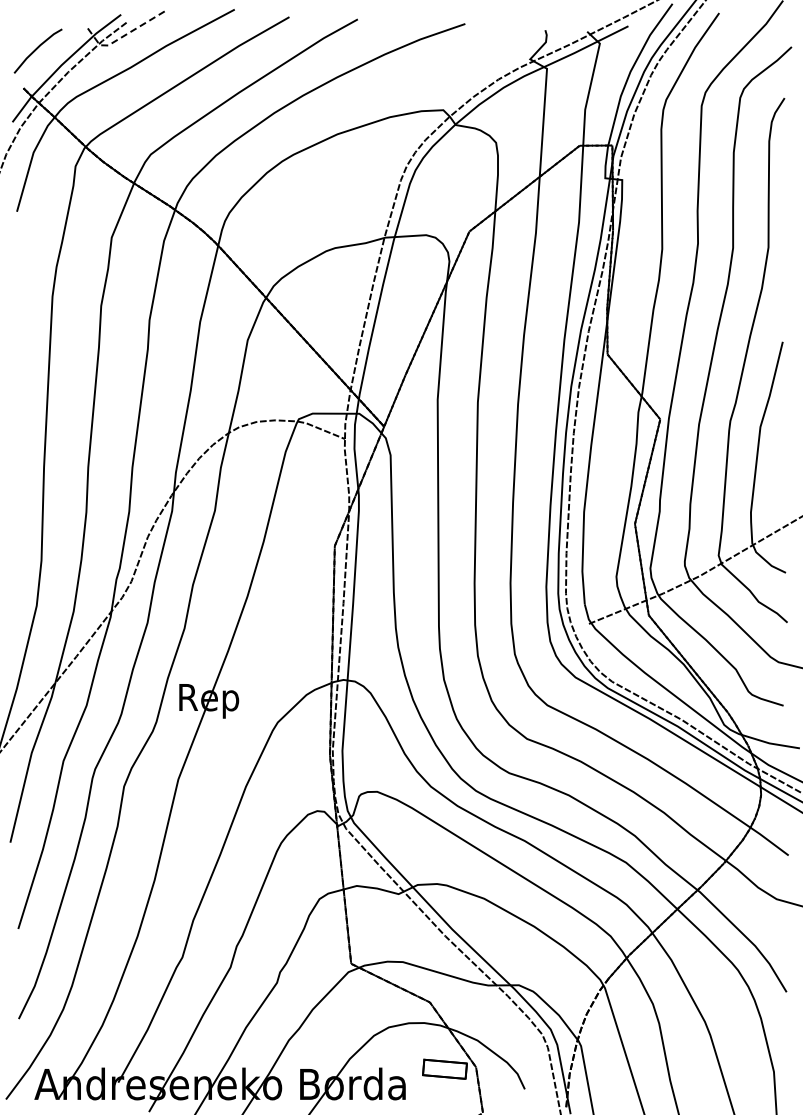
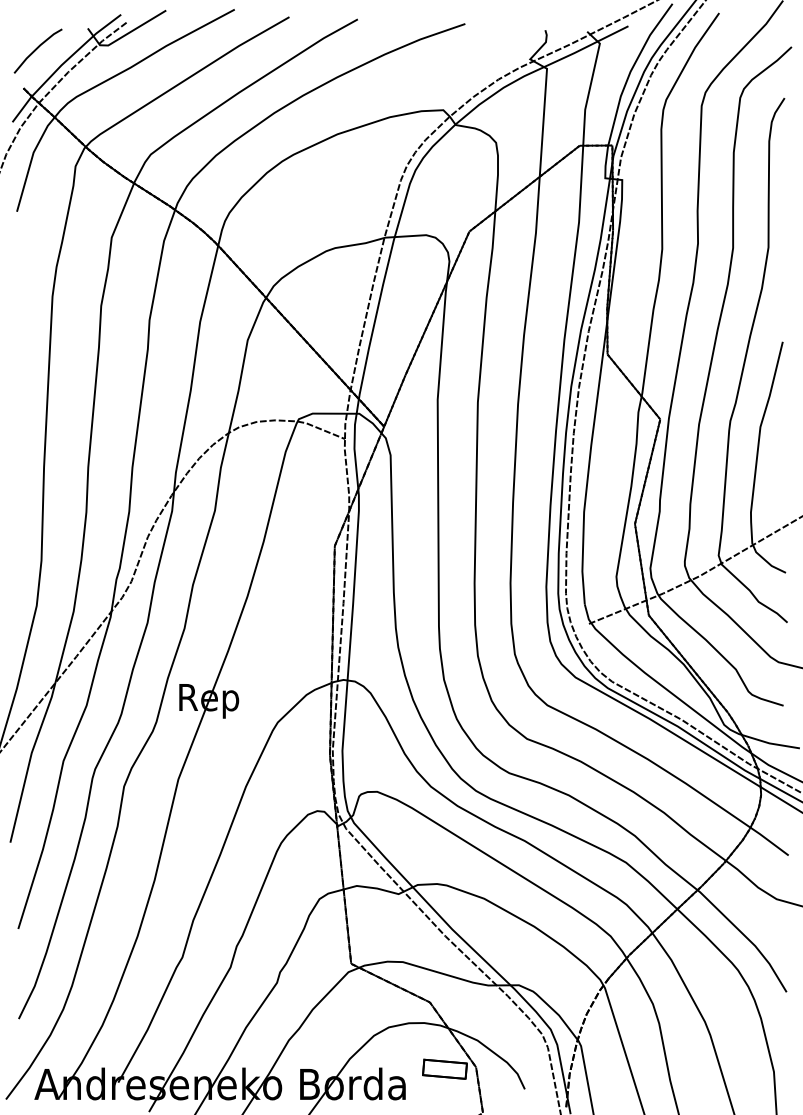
line at (123, 36): dashed -> solid
